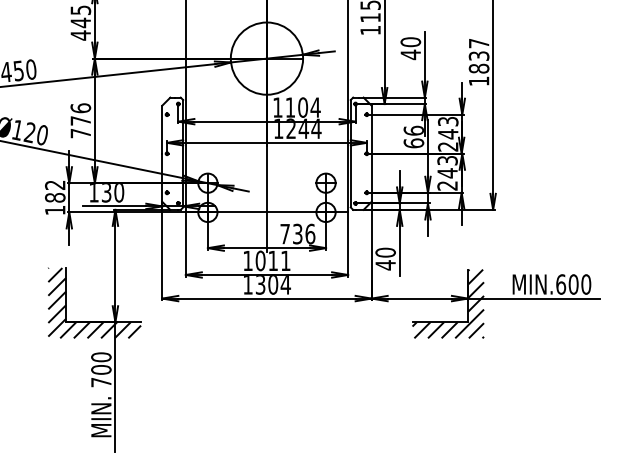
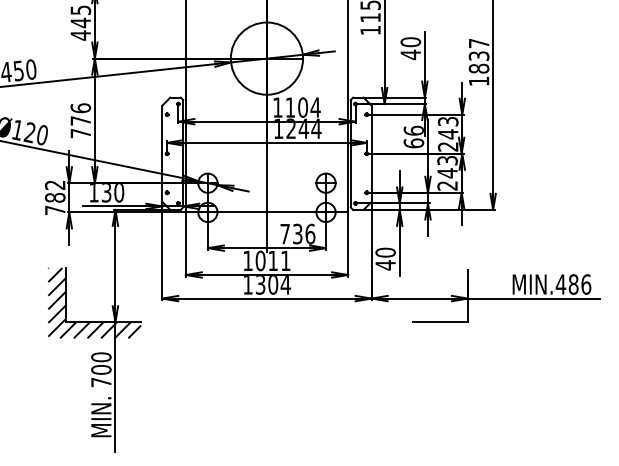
text at (55, 210): 182 -> 782
text at (573, 284): MIN.600 -> MIN.486
hatch at (448, 303): present -> none
